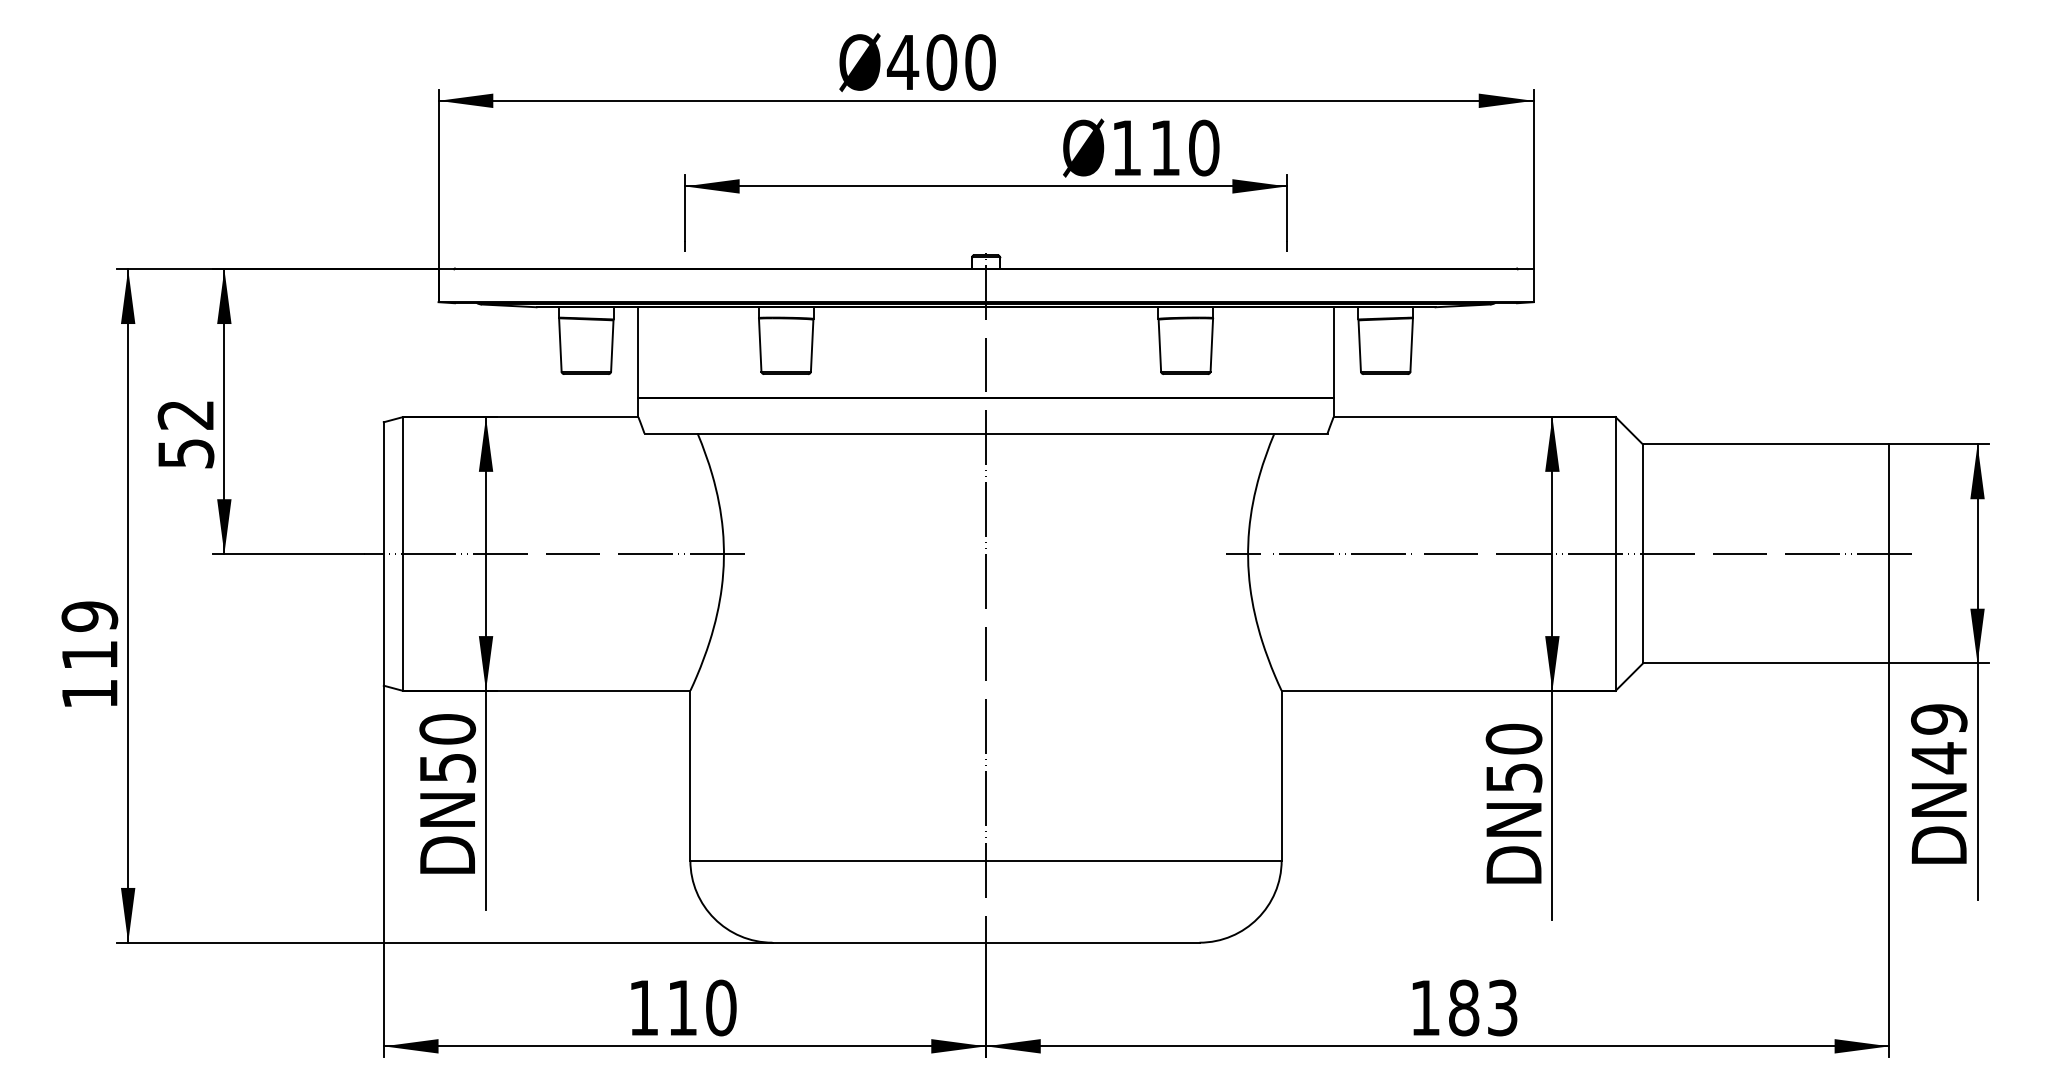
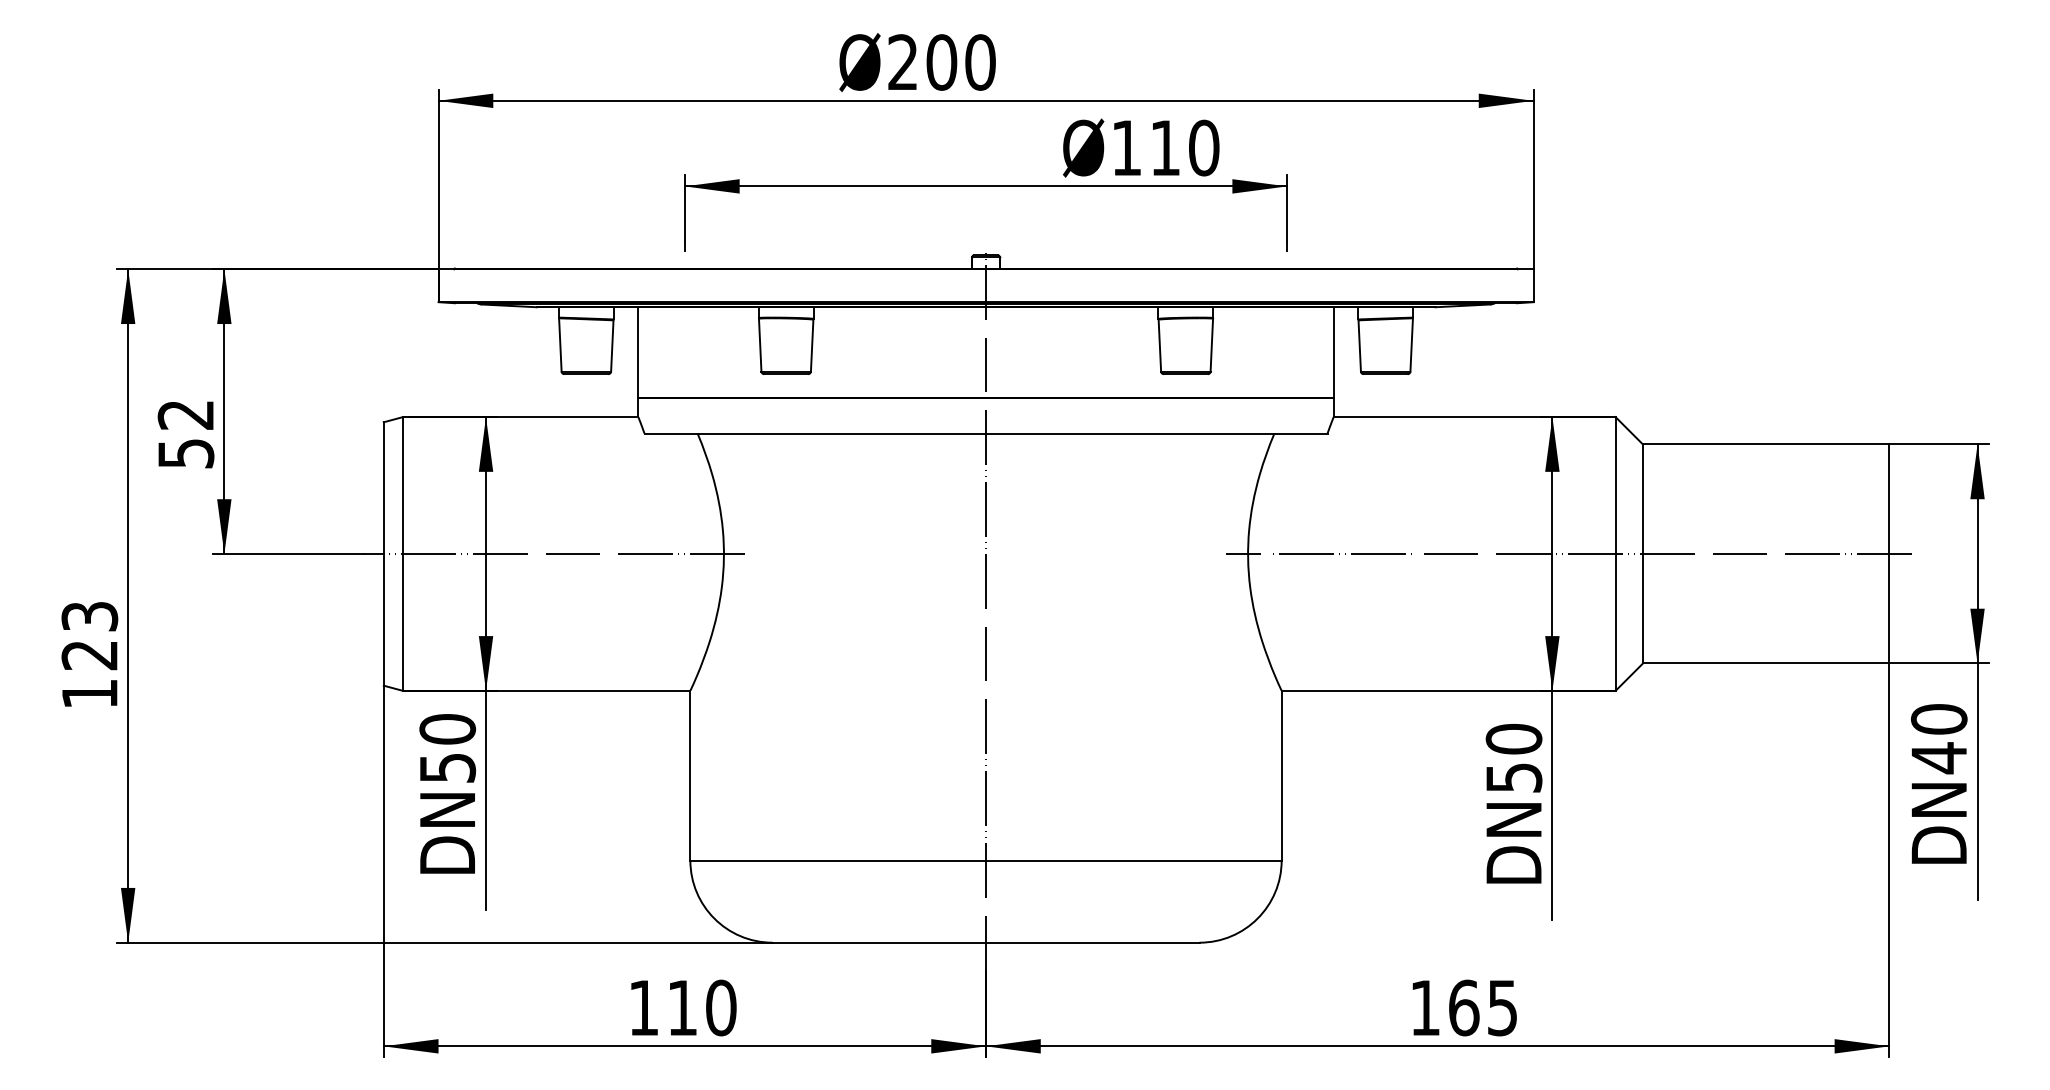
text at (903, 61): 400 -> 200
text at (89, 635): 119 -> 123
text at (1939, 719): 49 -> 40
text at (1483, 1007): 183 -> 165
